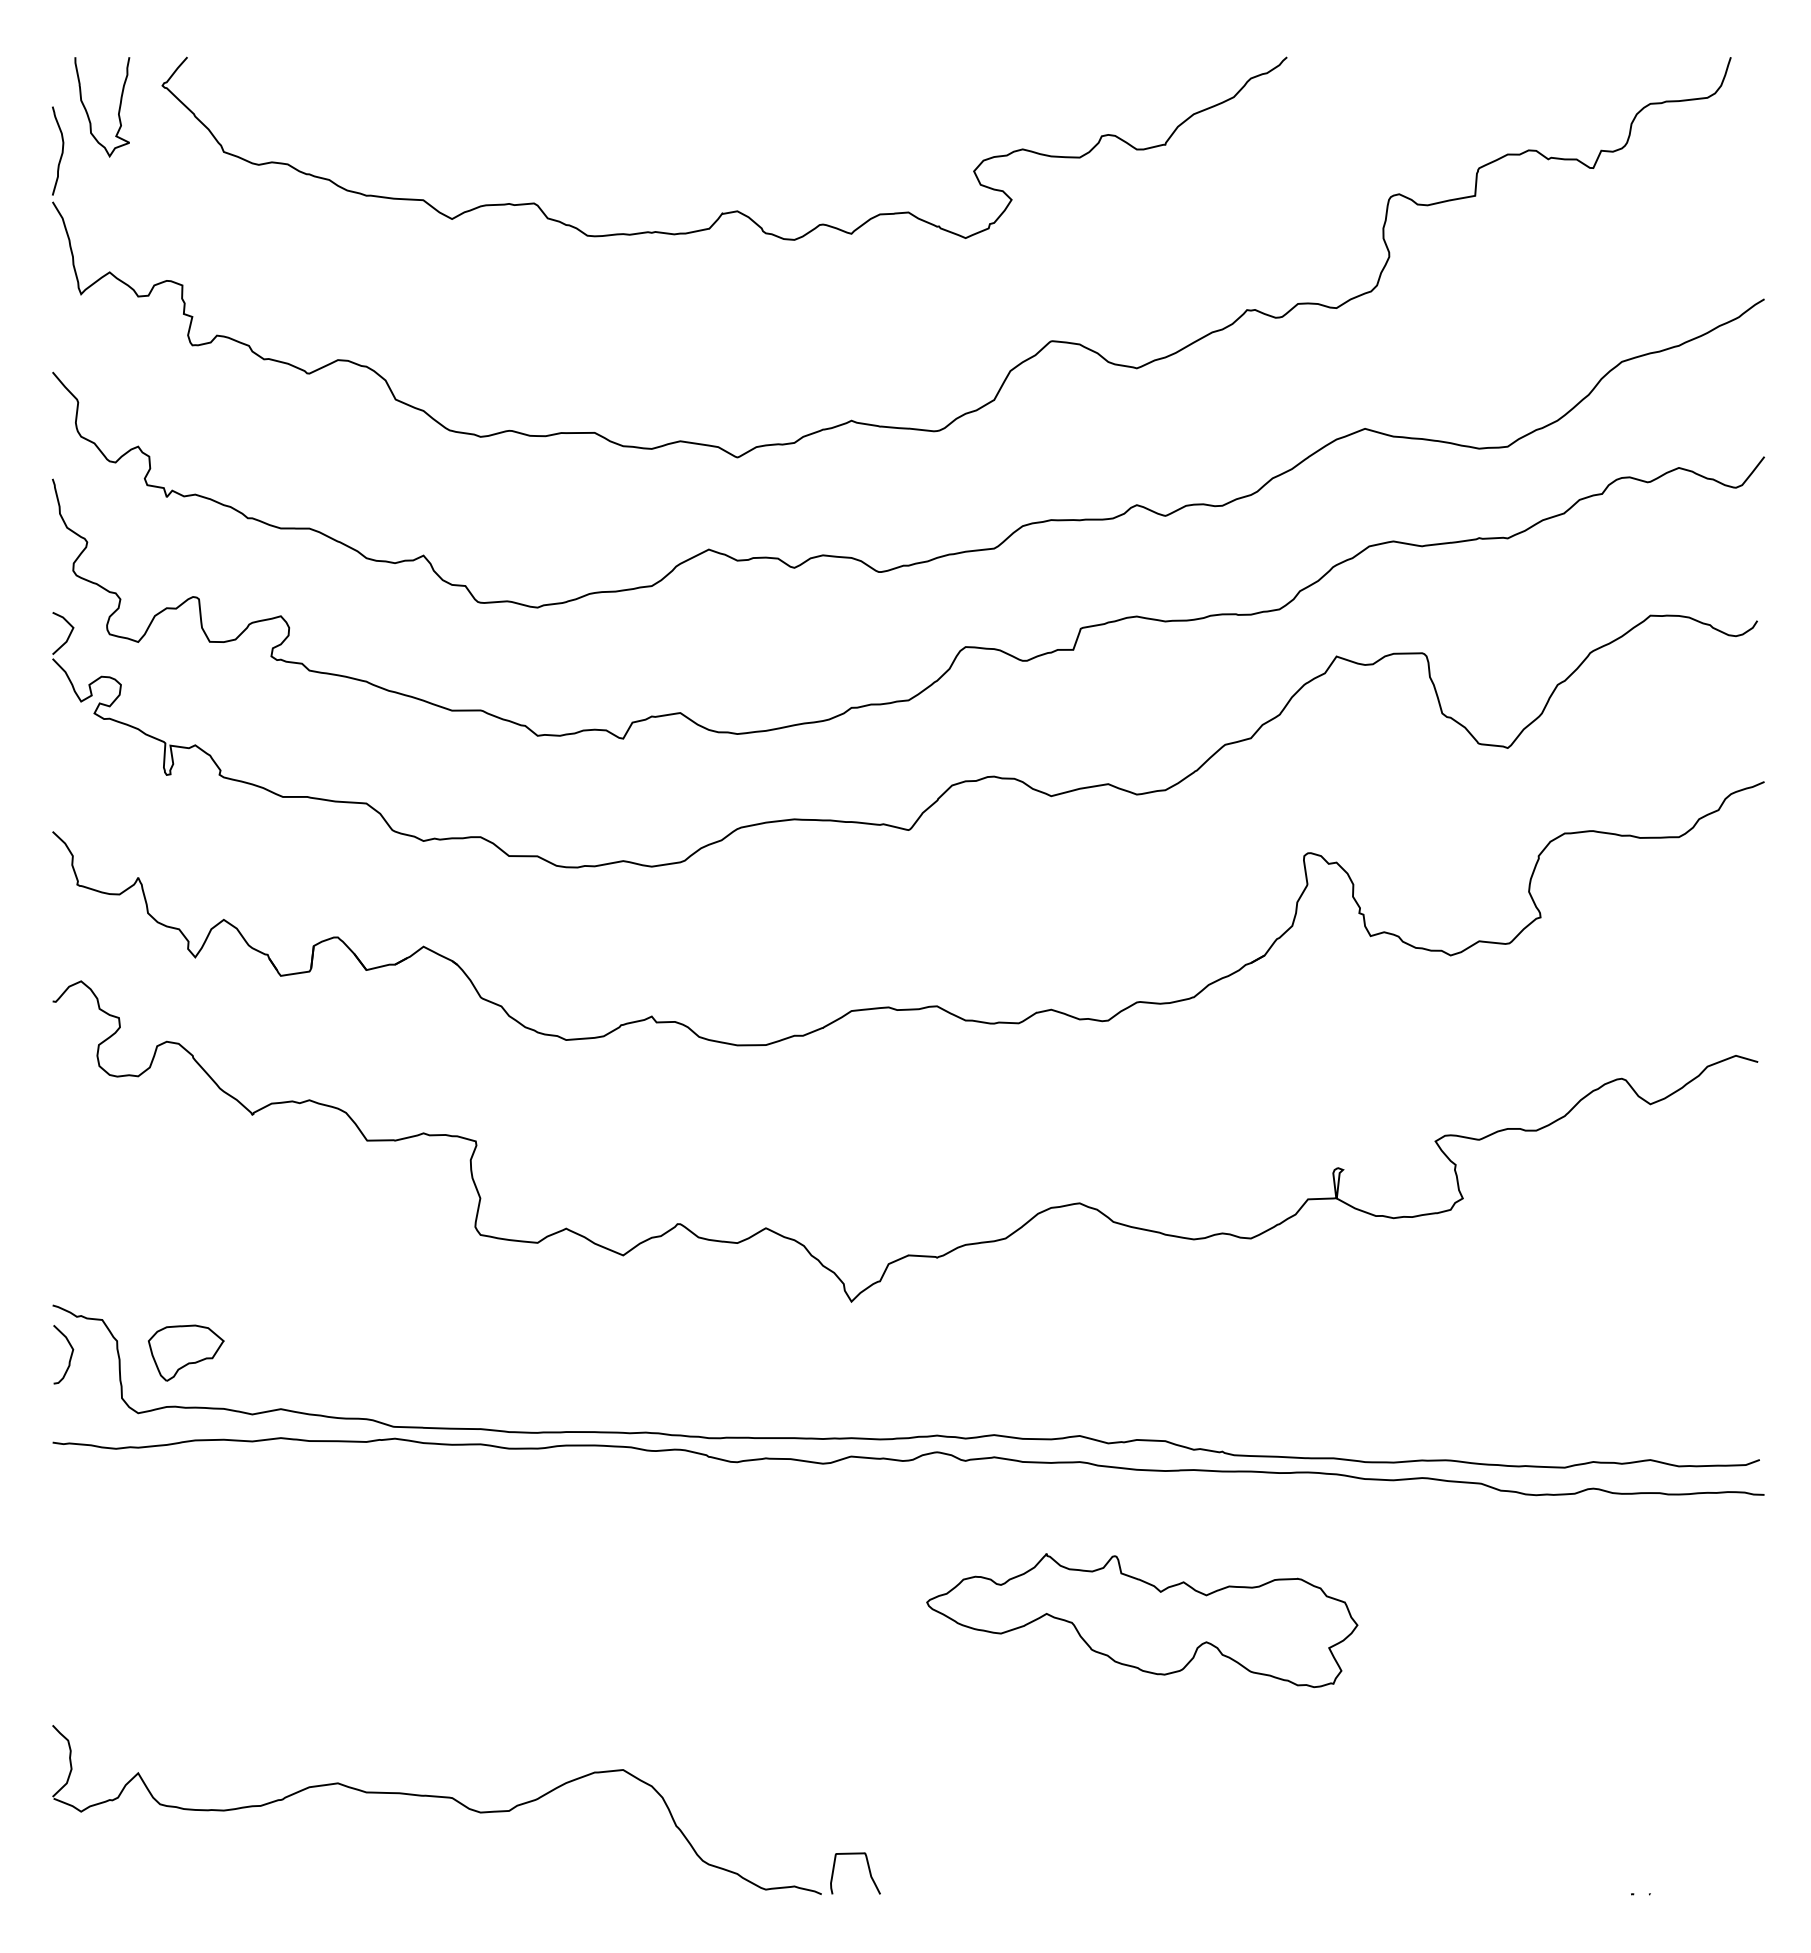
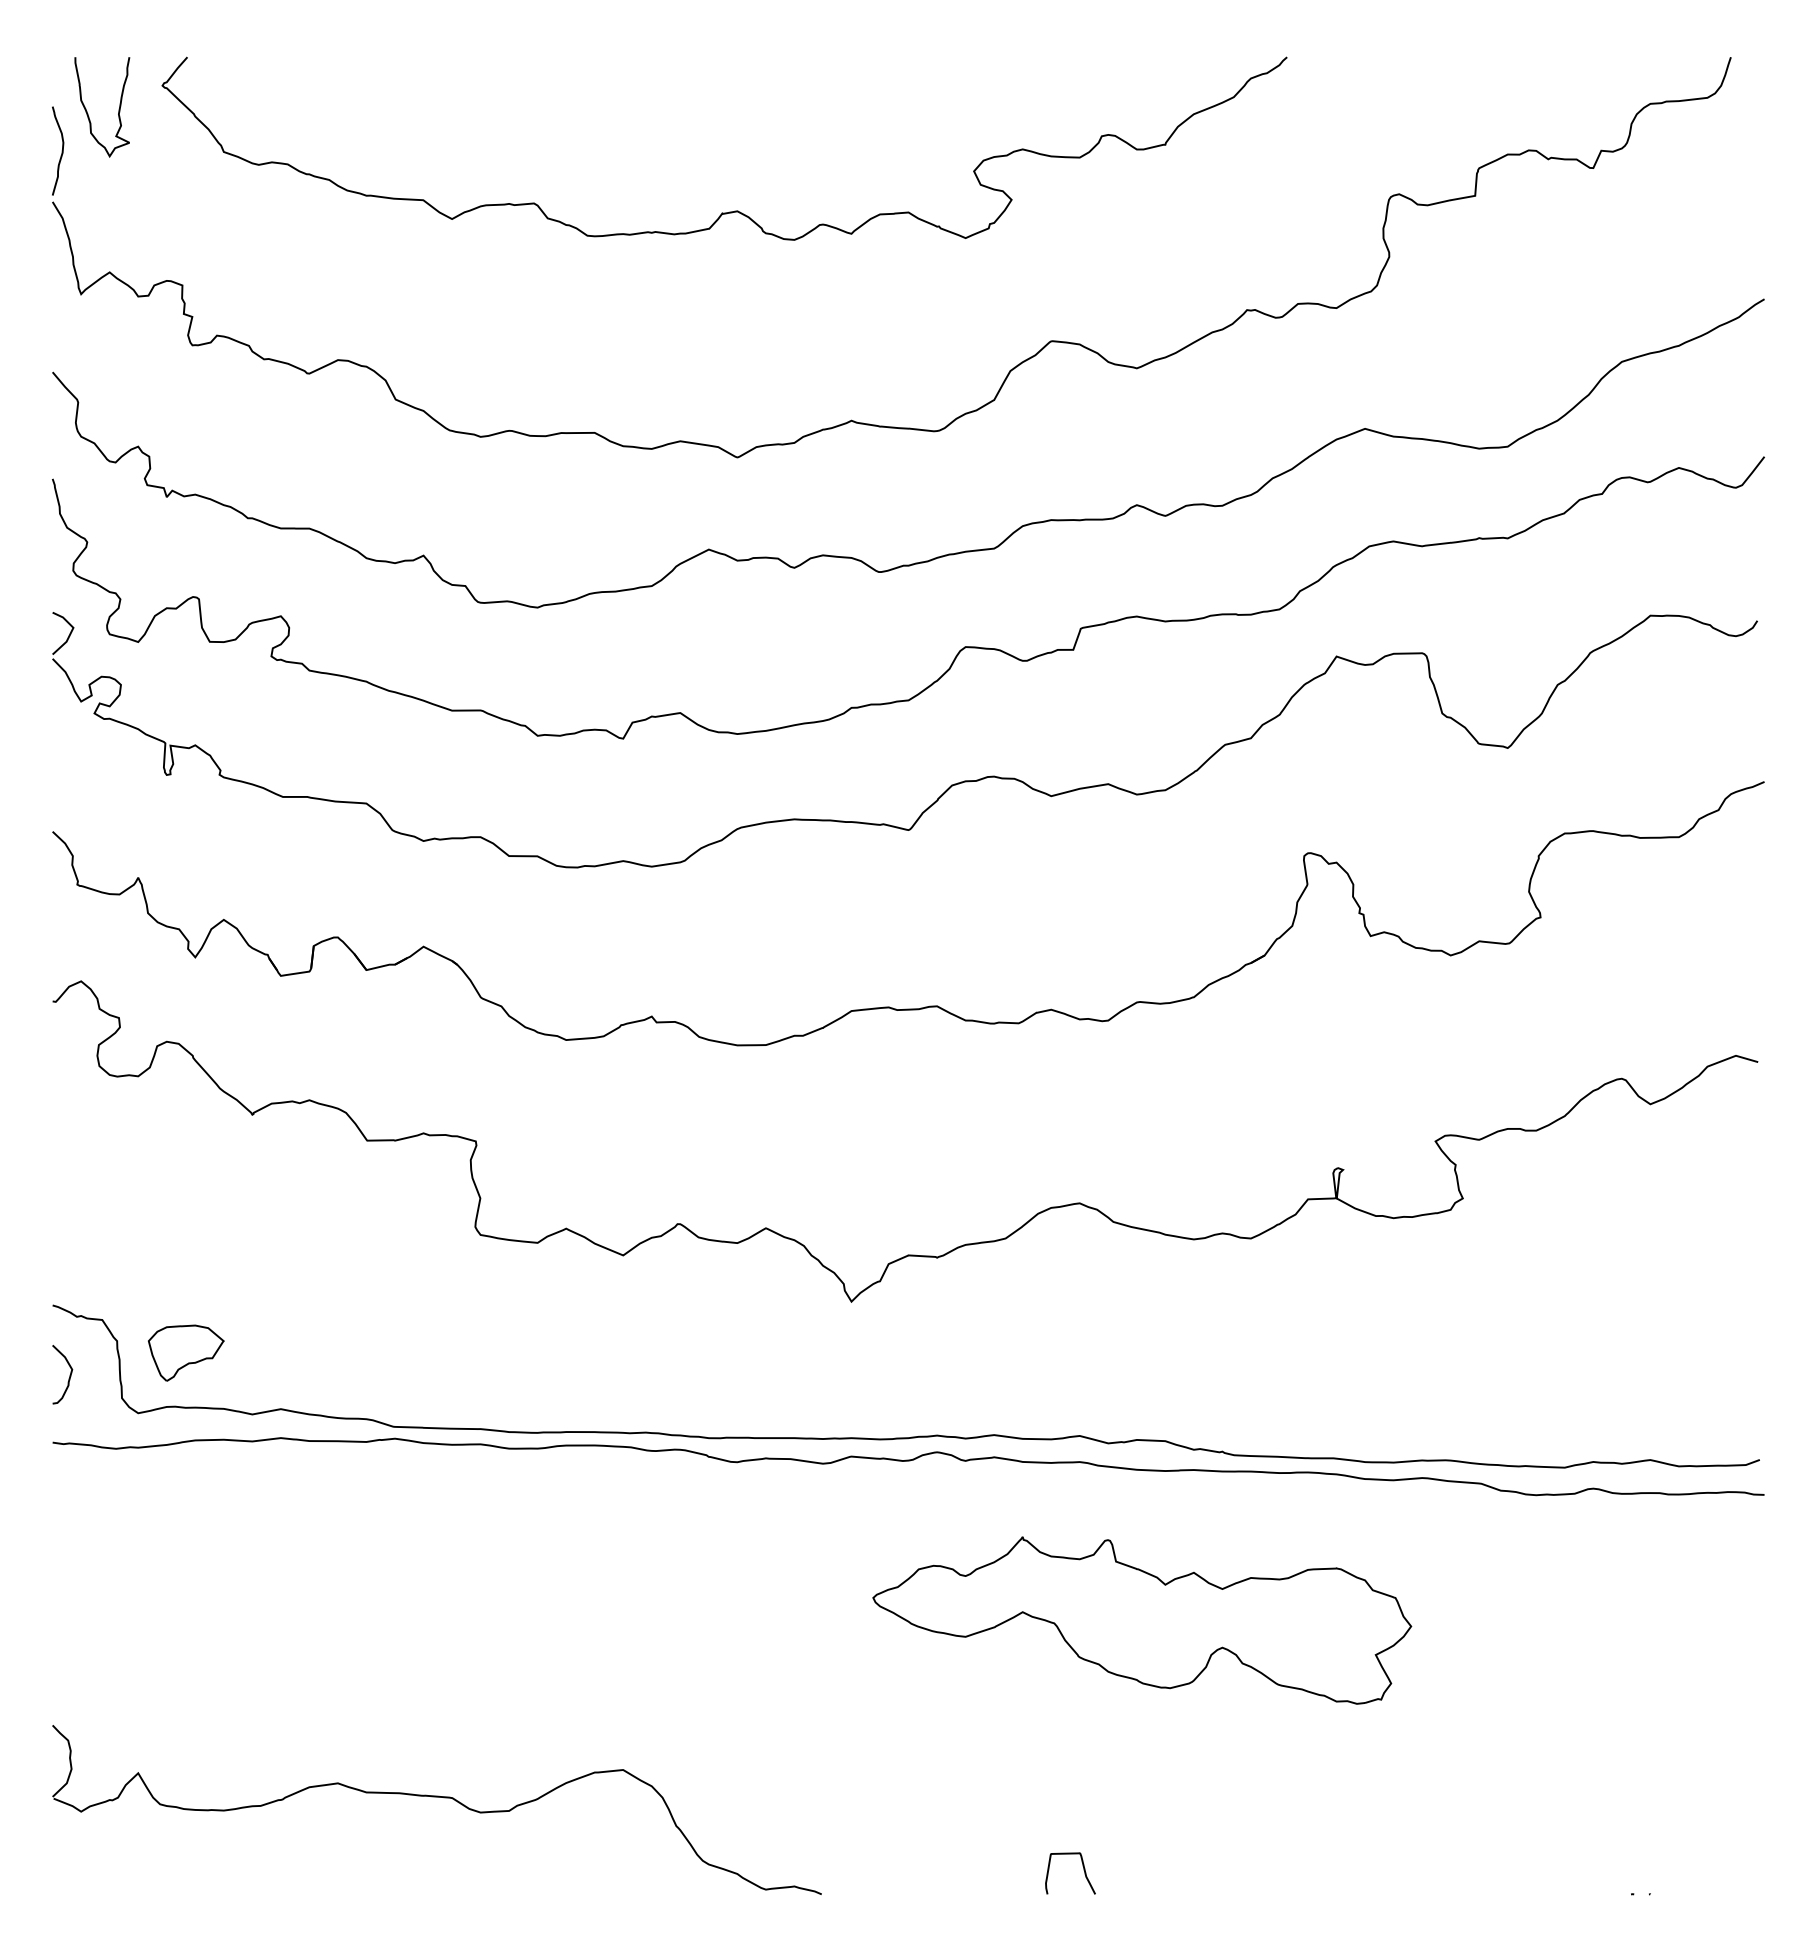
curve at (70, 1355) position: (70, 1355) -> (69, 1375)
part at (1142, 1620) size: 433x136 px -> 541x169 px
curve at (868, 1870) position: (868, 1870) -> (1083, 1870)
